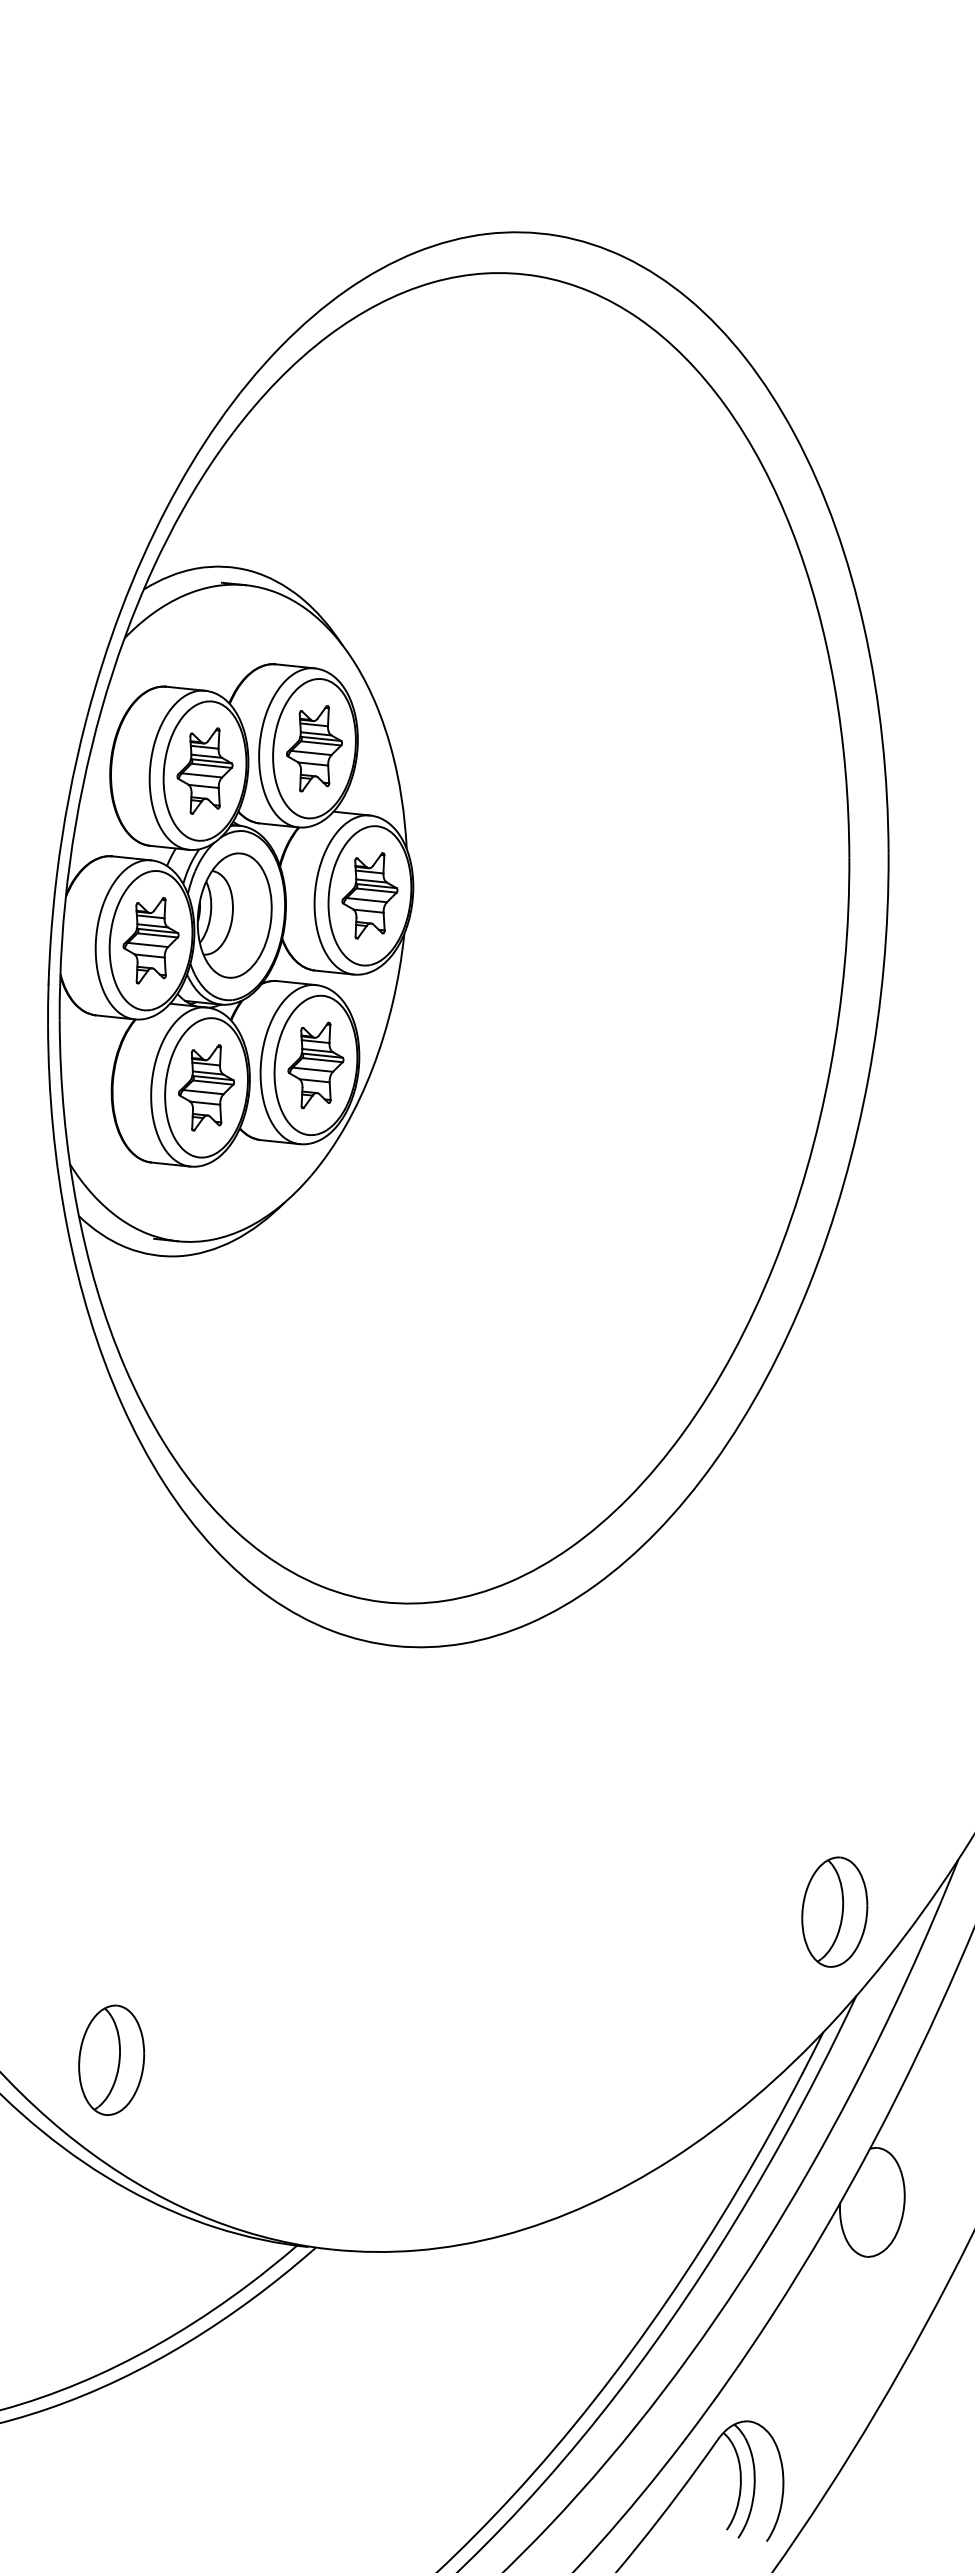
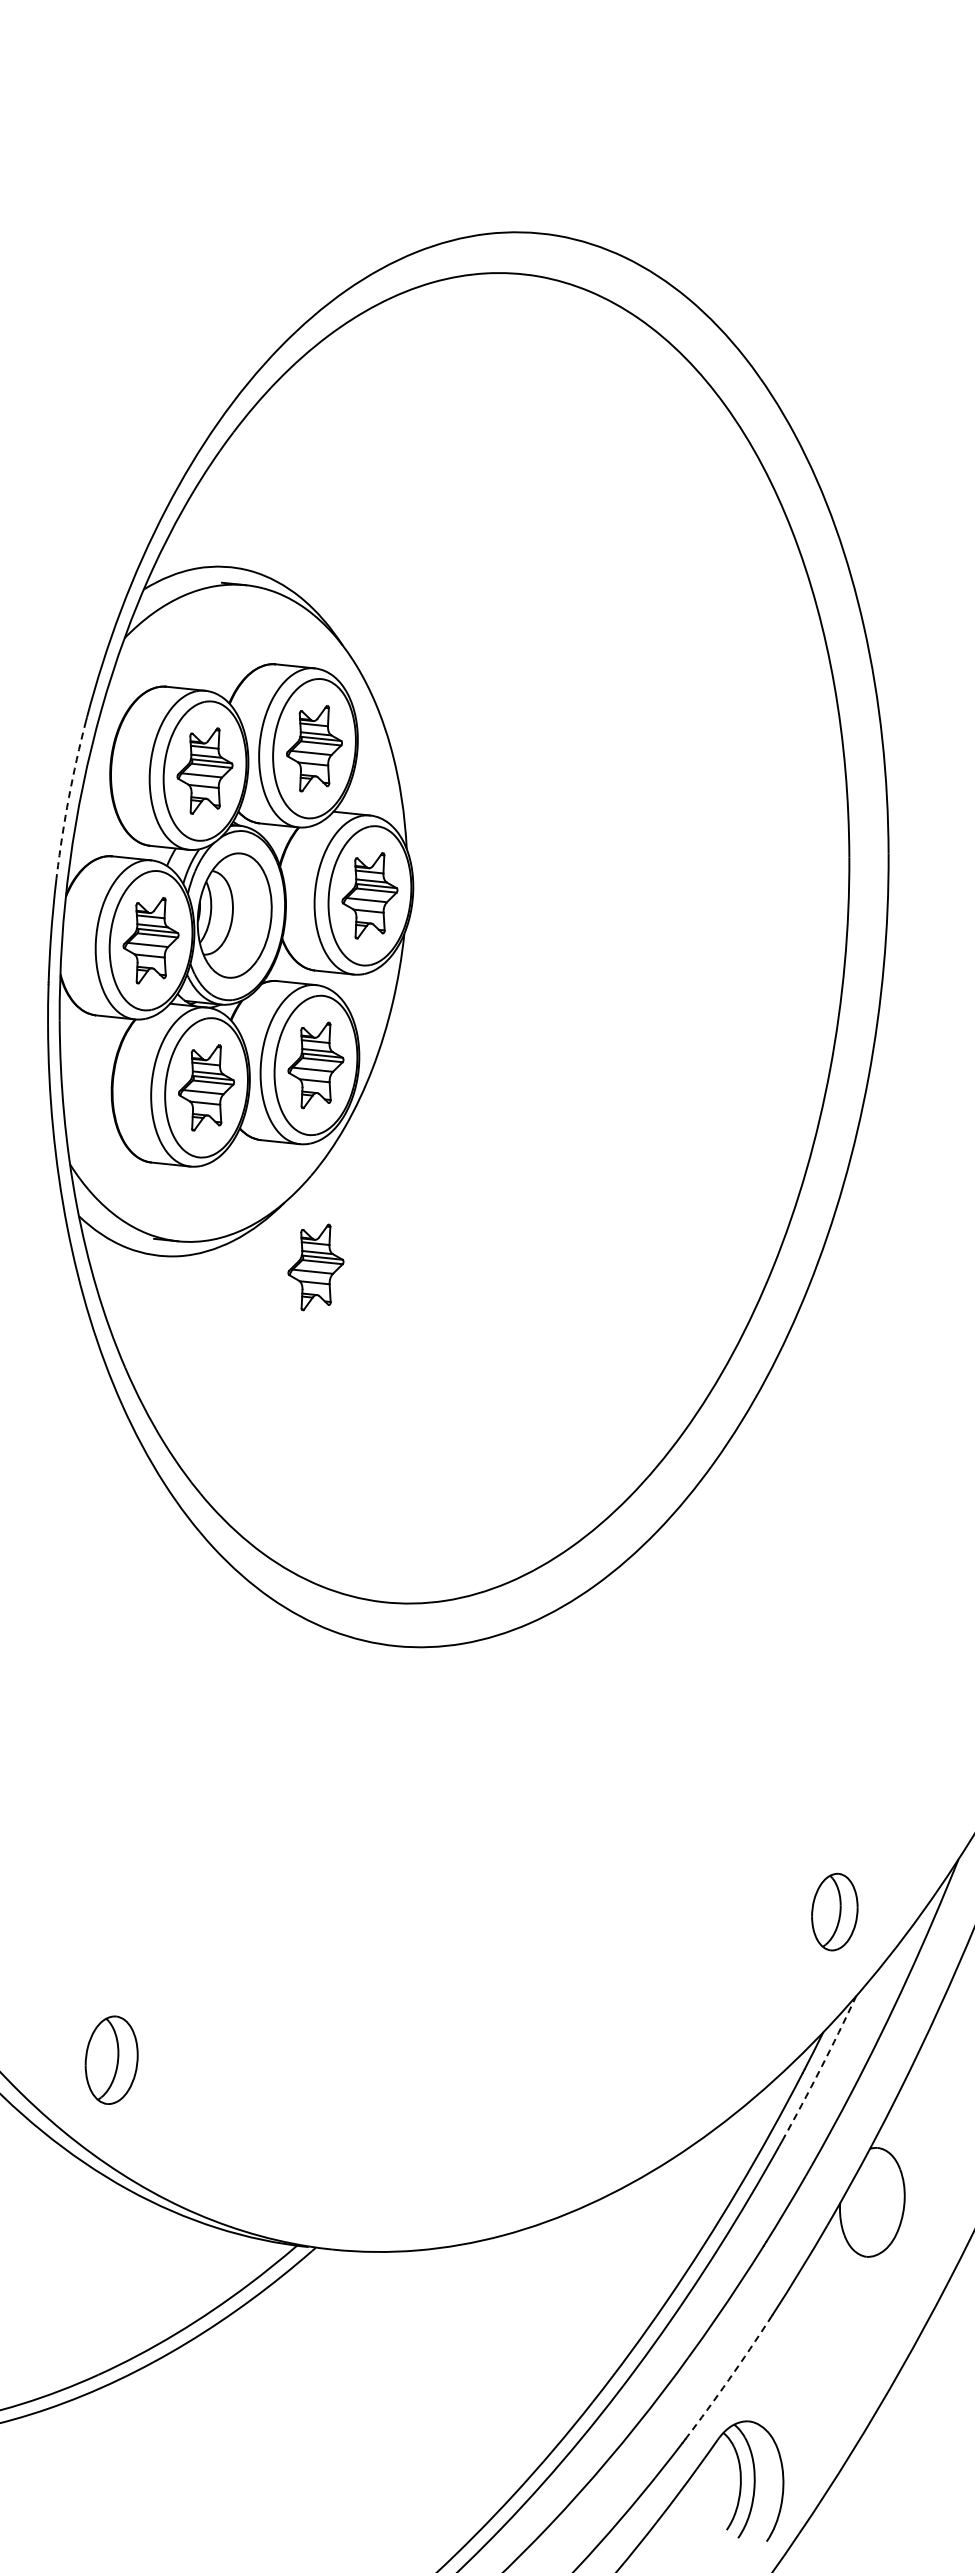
arc at (68, 797): solid -> dashed
part at (315, 1267): none -> present
part at (834, 1911) size: 68x112 px -> 48x80 px
part at (111, 2059) size: 68x112 px -> 55x90 px
arc at (820, 2068): solid -> dashed
arc at (728, 2379): solid -> dashed
